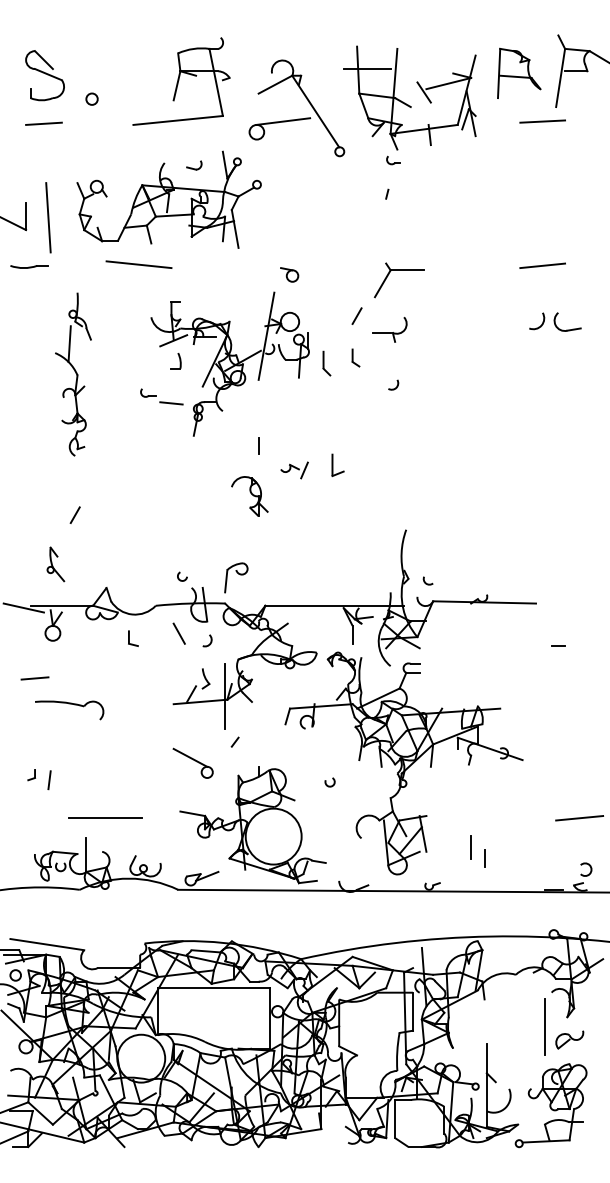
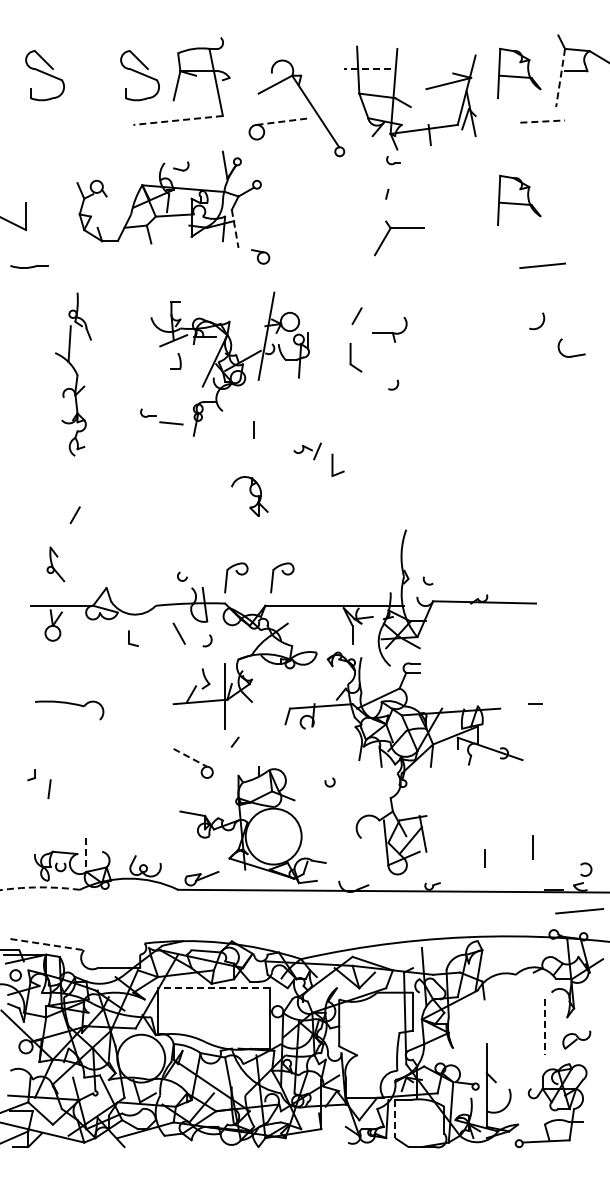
line at (366, 69): solid -> dashed
part at (139, 75): none -> present
line at (560, 78): solid -> dashed
line at (423, 92): present -> none
circle at (91, 98): present -> none
line at (178, 120): solid -> dashed
line at (283, 121): solid -> dashed
line at (543, 121): solid -> dashed
line at (43, 123): present -> none
part at (194, 165) position: (194, 165) -> (181, 166)
part at (519, 199): none -> present
line at (48, 217): present -> none
line at (235, 229): solid -> dashed
line at (138, 264): present -> none
part at (399, 270) position: (399, 270) -> (399, 228)
part at (289, 274) position: (289, 274) -> (260, 256)
part at (567, 329) position: (567, 329) -> (571, 355)
part at (355, 357) size: 10x20 px -> 14x30 px
part at (326, 363): present -> none
part at (161, 396) position: (161, 396) -> (161, 416)
line at (258, 445) position: (258, 445) -> (253, 429)
part at (294, 470) position: (294, 470) -> (307, 451)
part at (282, 577): none -> present
line at (23, 607): present -> none
line at (558, 645) position: (558, 645) -> (535, 703)
line at (34, 678): present -> none
line at (190, 758): solid -> dashed
line at (49, 780) position: (49, 780) -> (49, 789)
line at (105, 818): present -> none
line at (579, 818) position: (579, 818) -> (579, 911)
line at (470, 847) position: (470, 847) -> (532, 847)
line at (86, 855): solid -> dashed
arc at (40, 887): solid -> dashed
line at (47, 944): solid -> dashed
line at (213, 988): solid -> dashed
line at (544, 1027): solid -> dashed
part at (569, 1039) position: (569, 1039) -> (576, 1039)
line at (395, 1119): solid -> dashed
